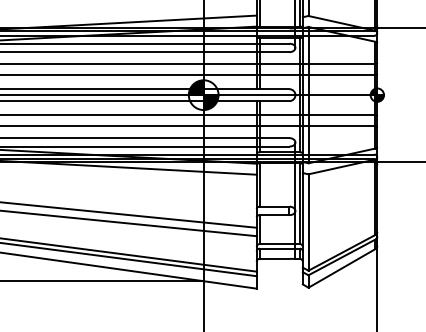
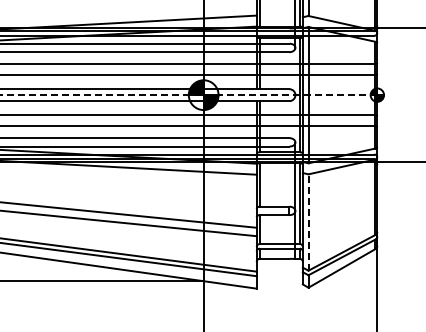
line at (188, 95): solid -> dashed
line at (308, 222): solid -> dashed
